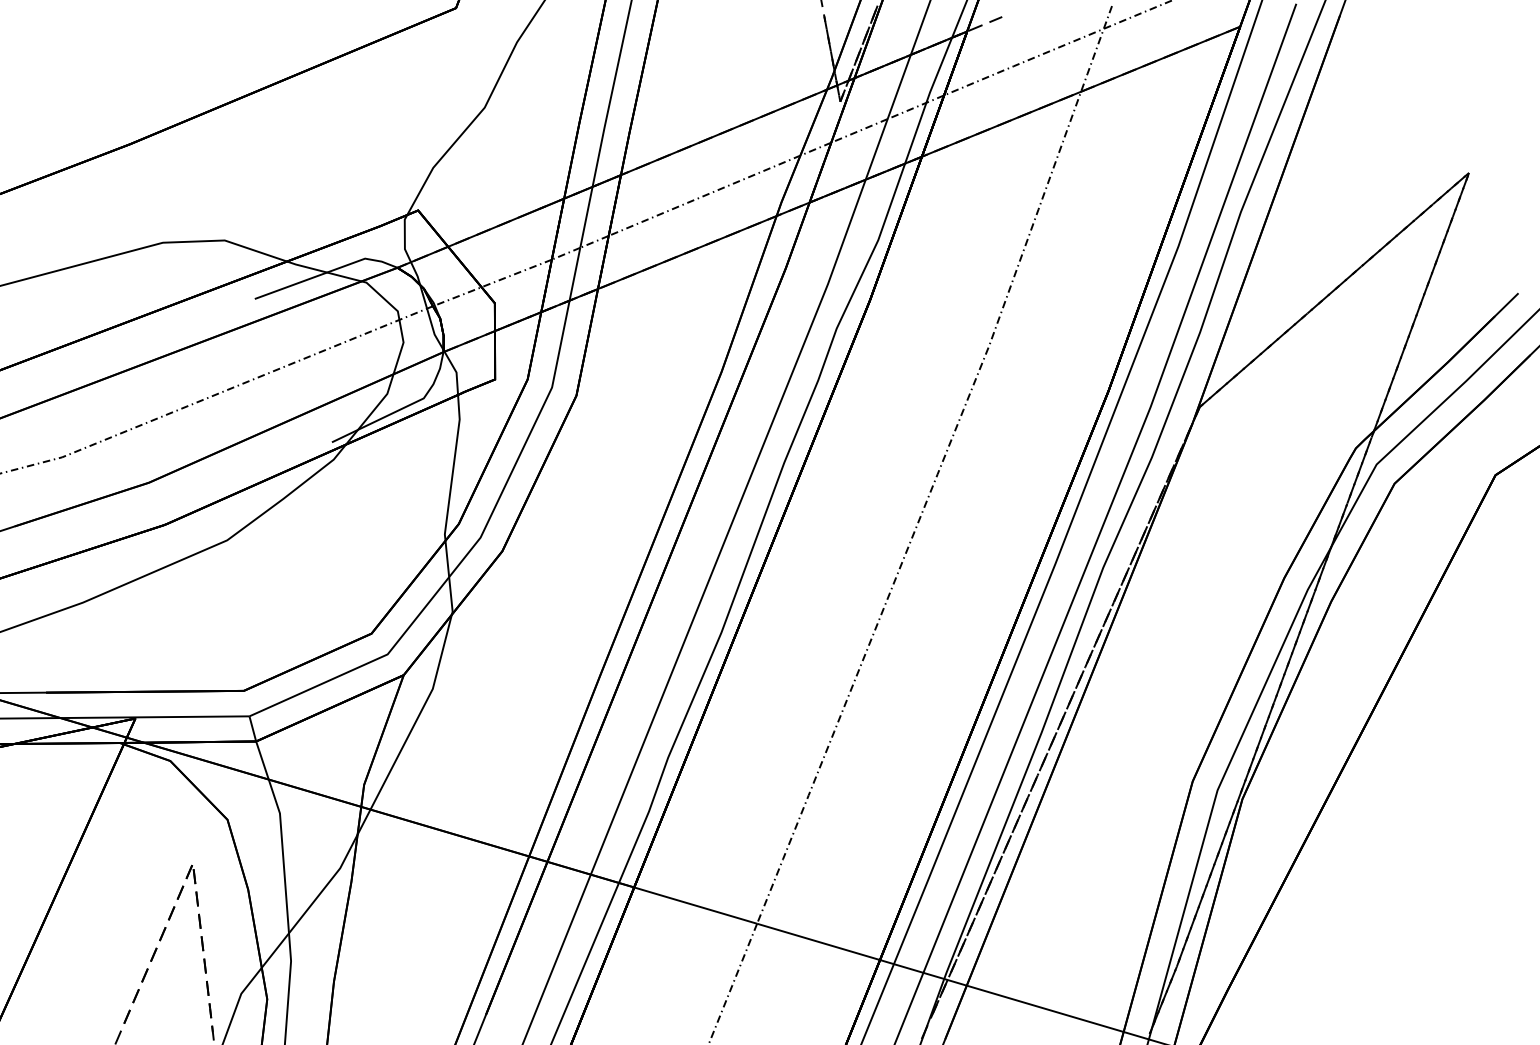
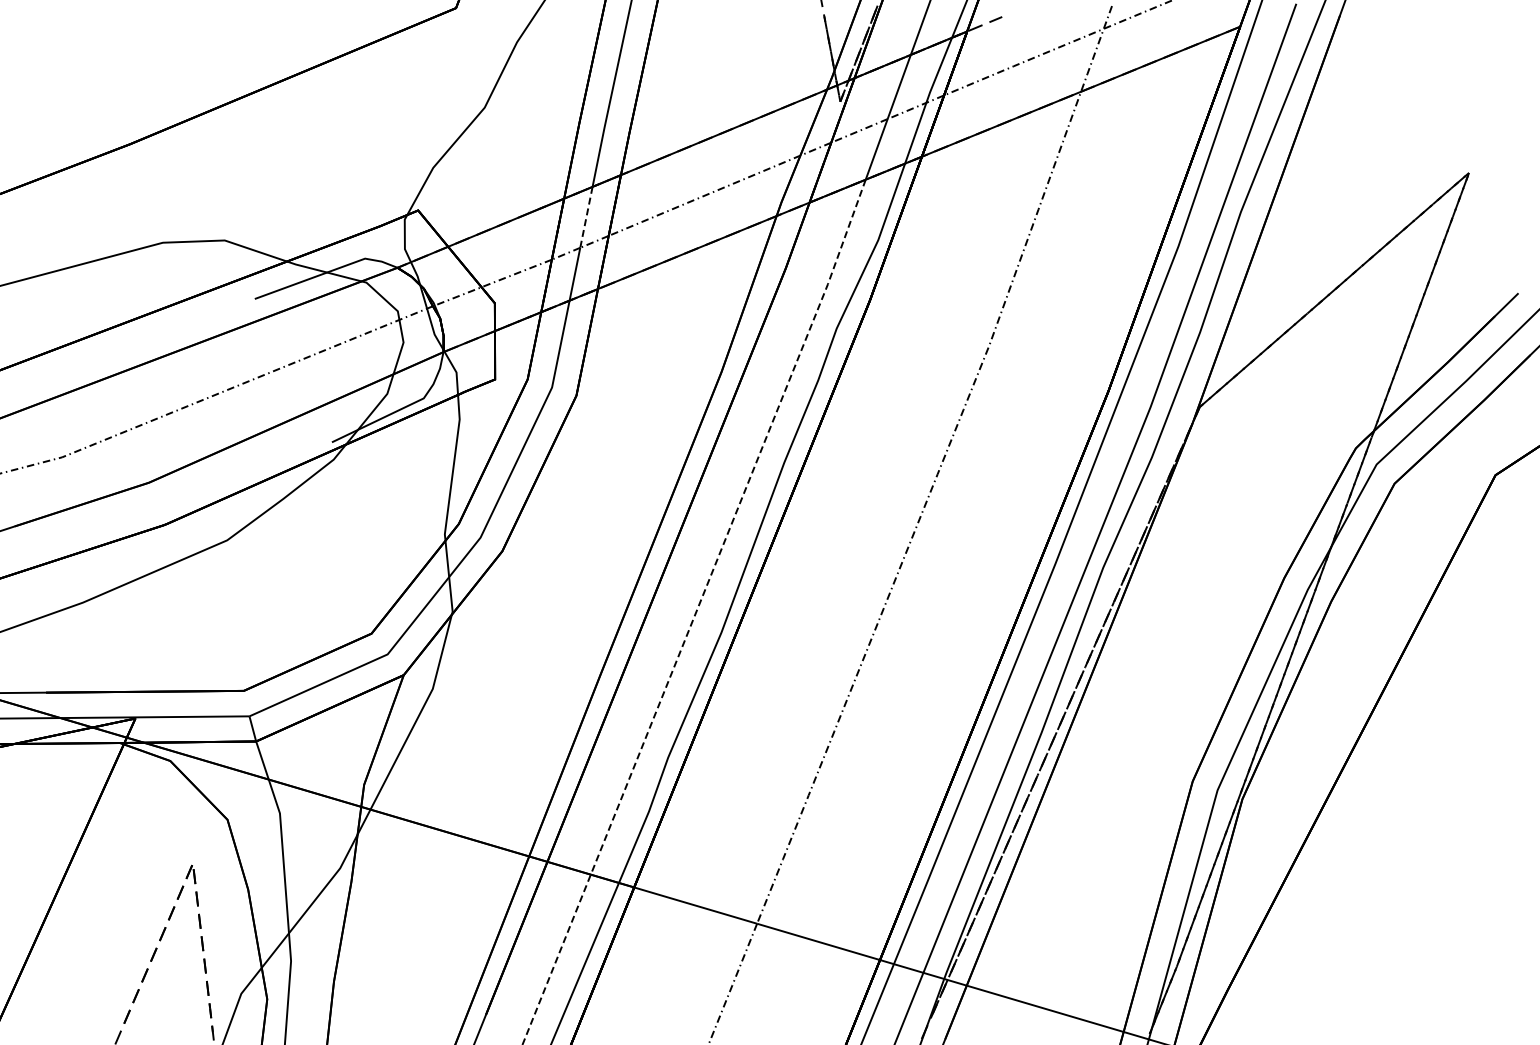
line at (586, 217): solid -> dashed
line at (696, 612): solid -> dashed
